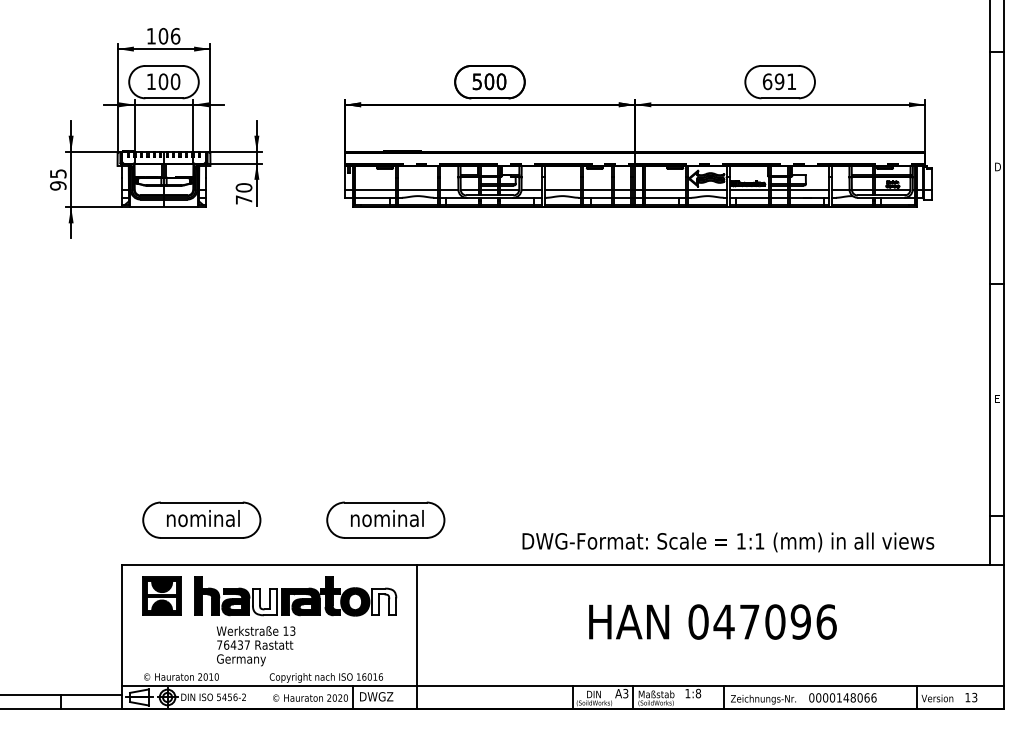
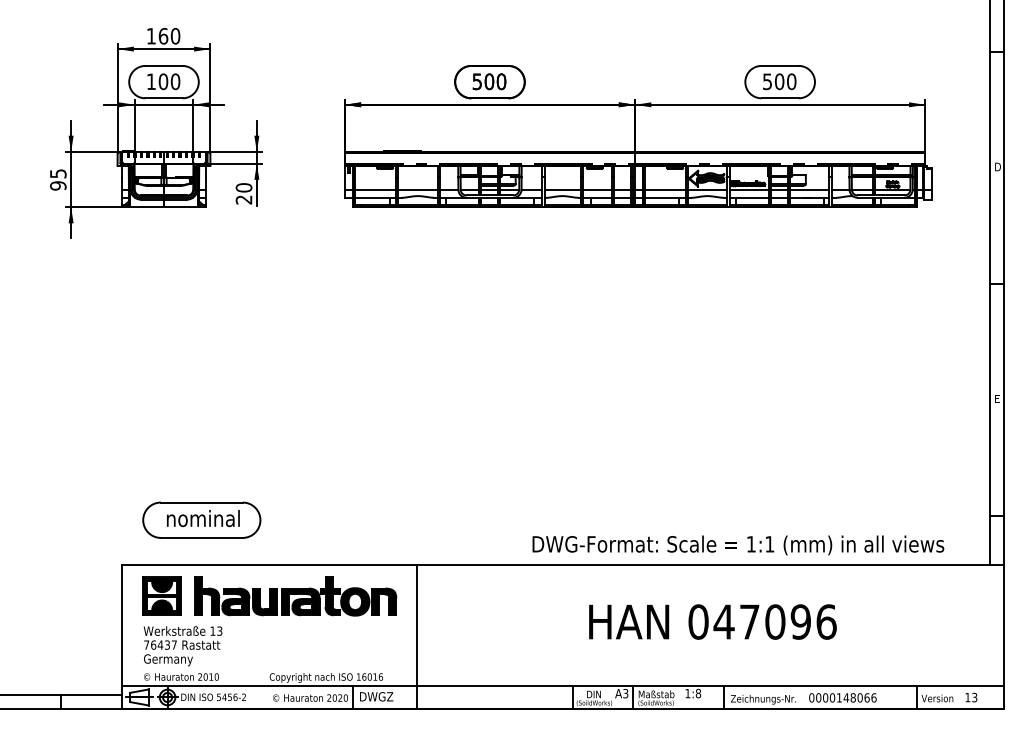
text at (169, 36): 106 -> 160
text at (779, 81): 691 -> 500
text at (243, 199): 70 -> 20
part at (385, 519): present -> none
text at (728, 542) position: (728, 542) -> (738, 545)
fill at (264, 601): none -> present
fill at (383, 601): none -> present
text at (255, 646) position: (255, 646) -> (182, 646)
